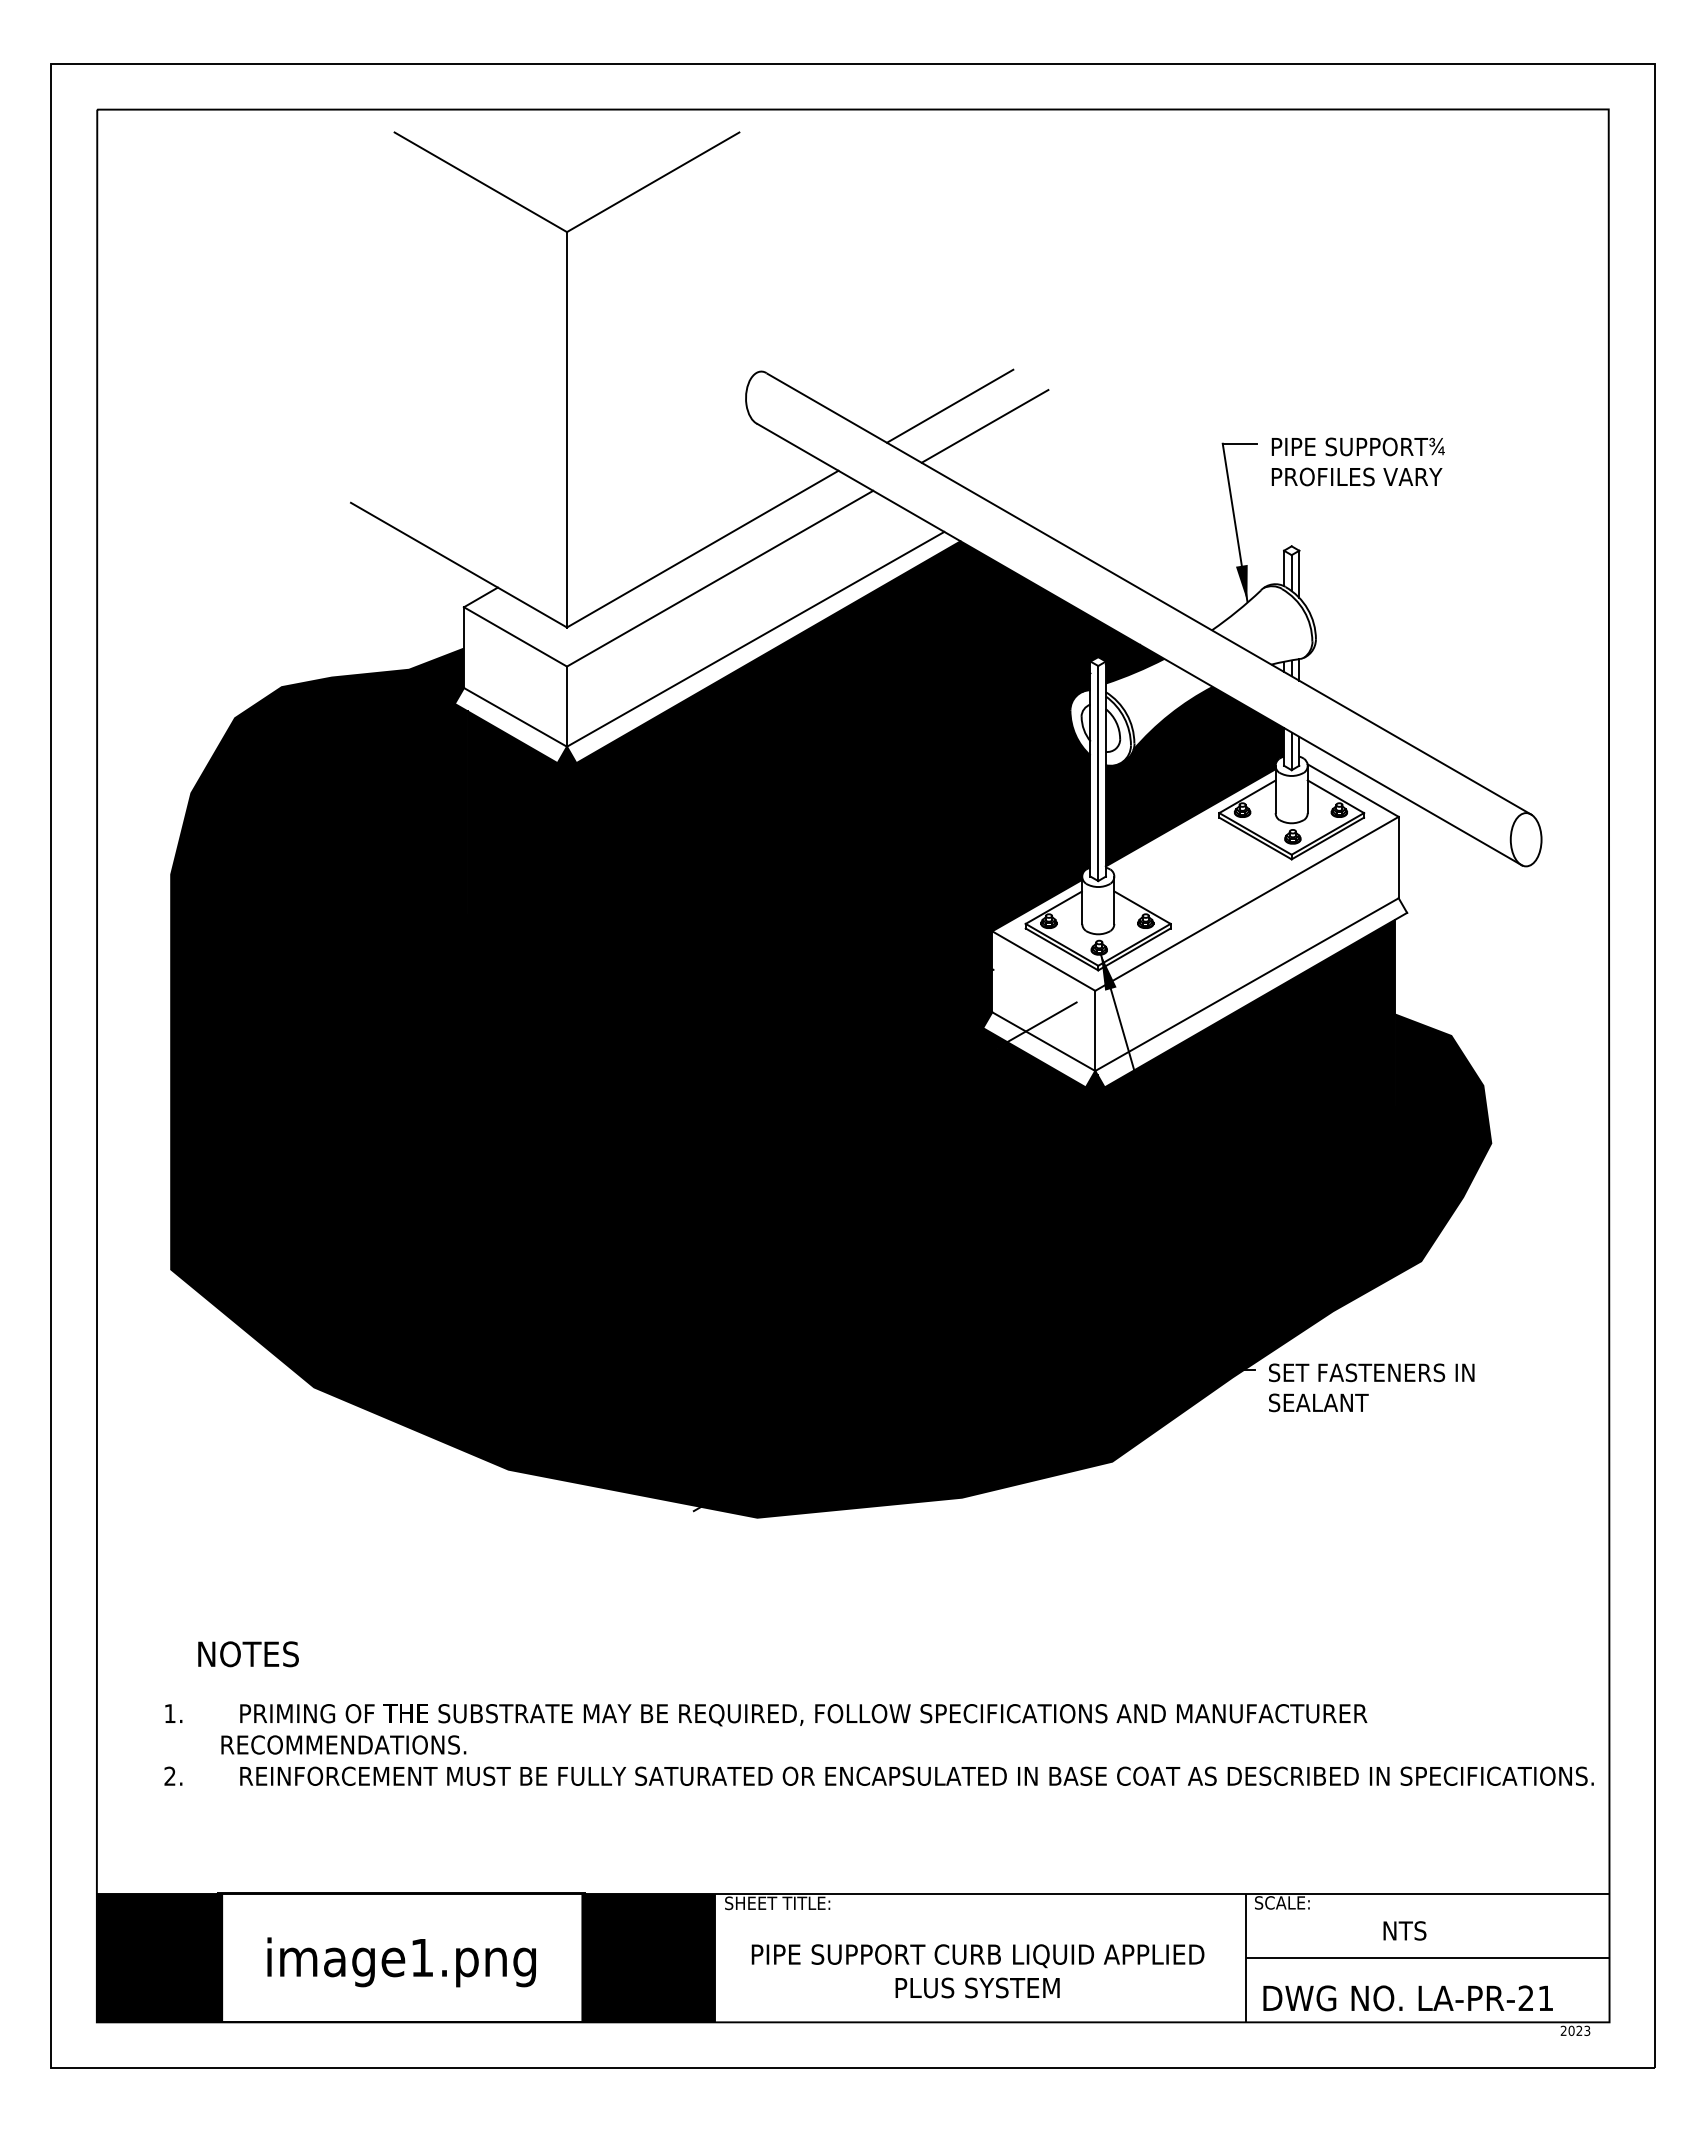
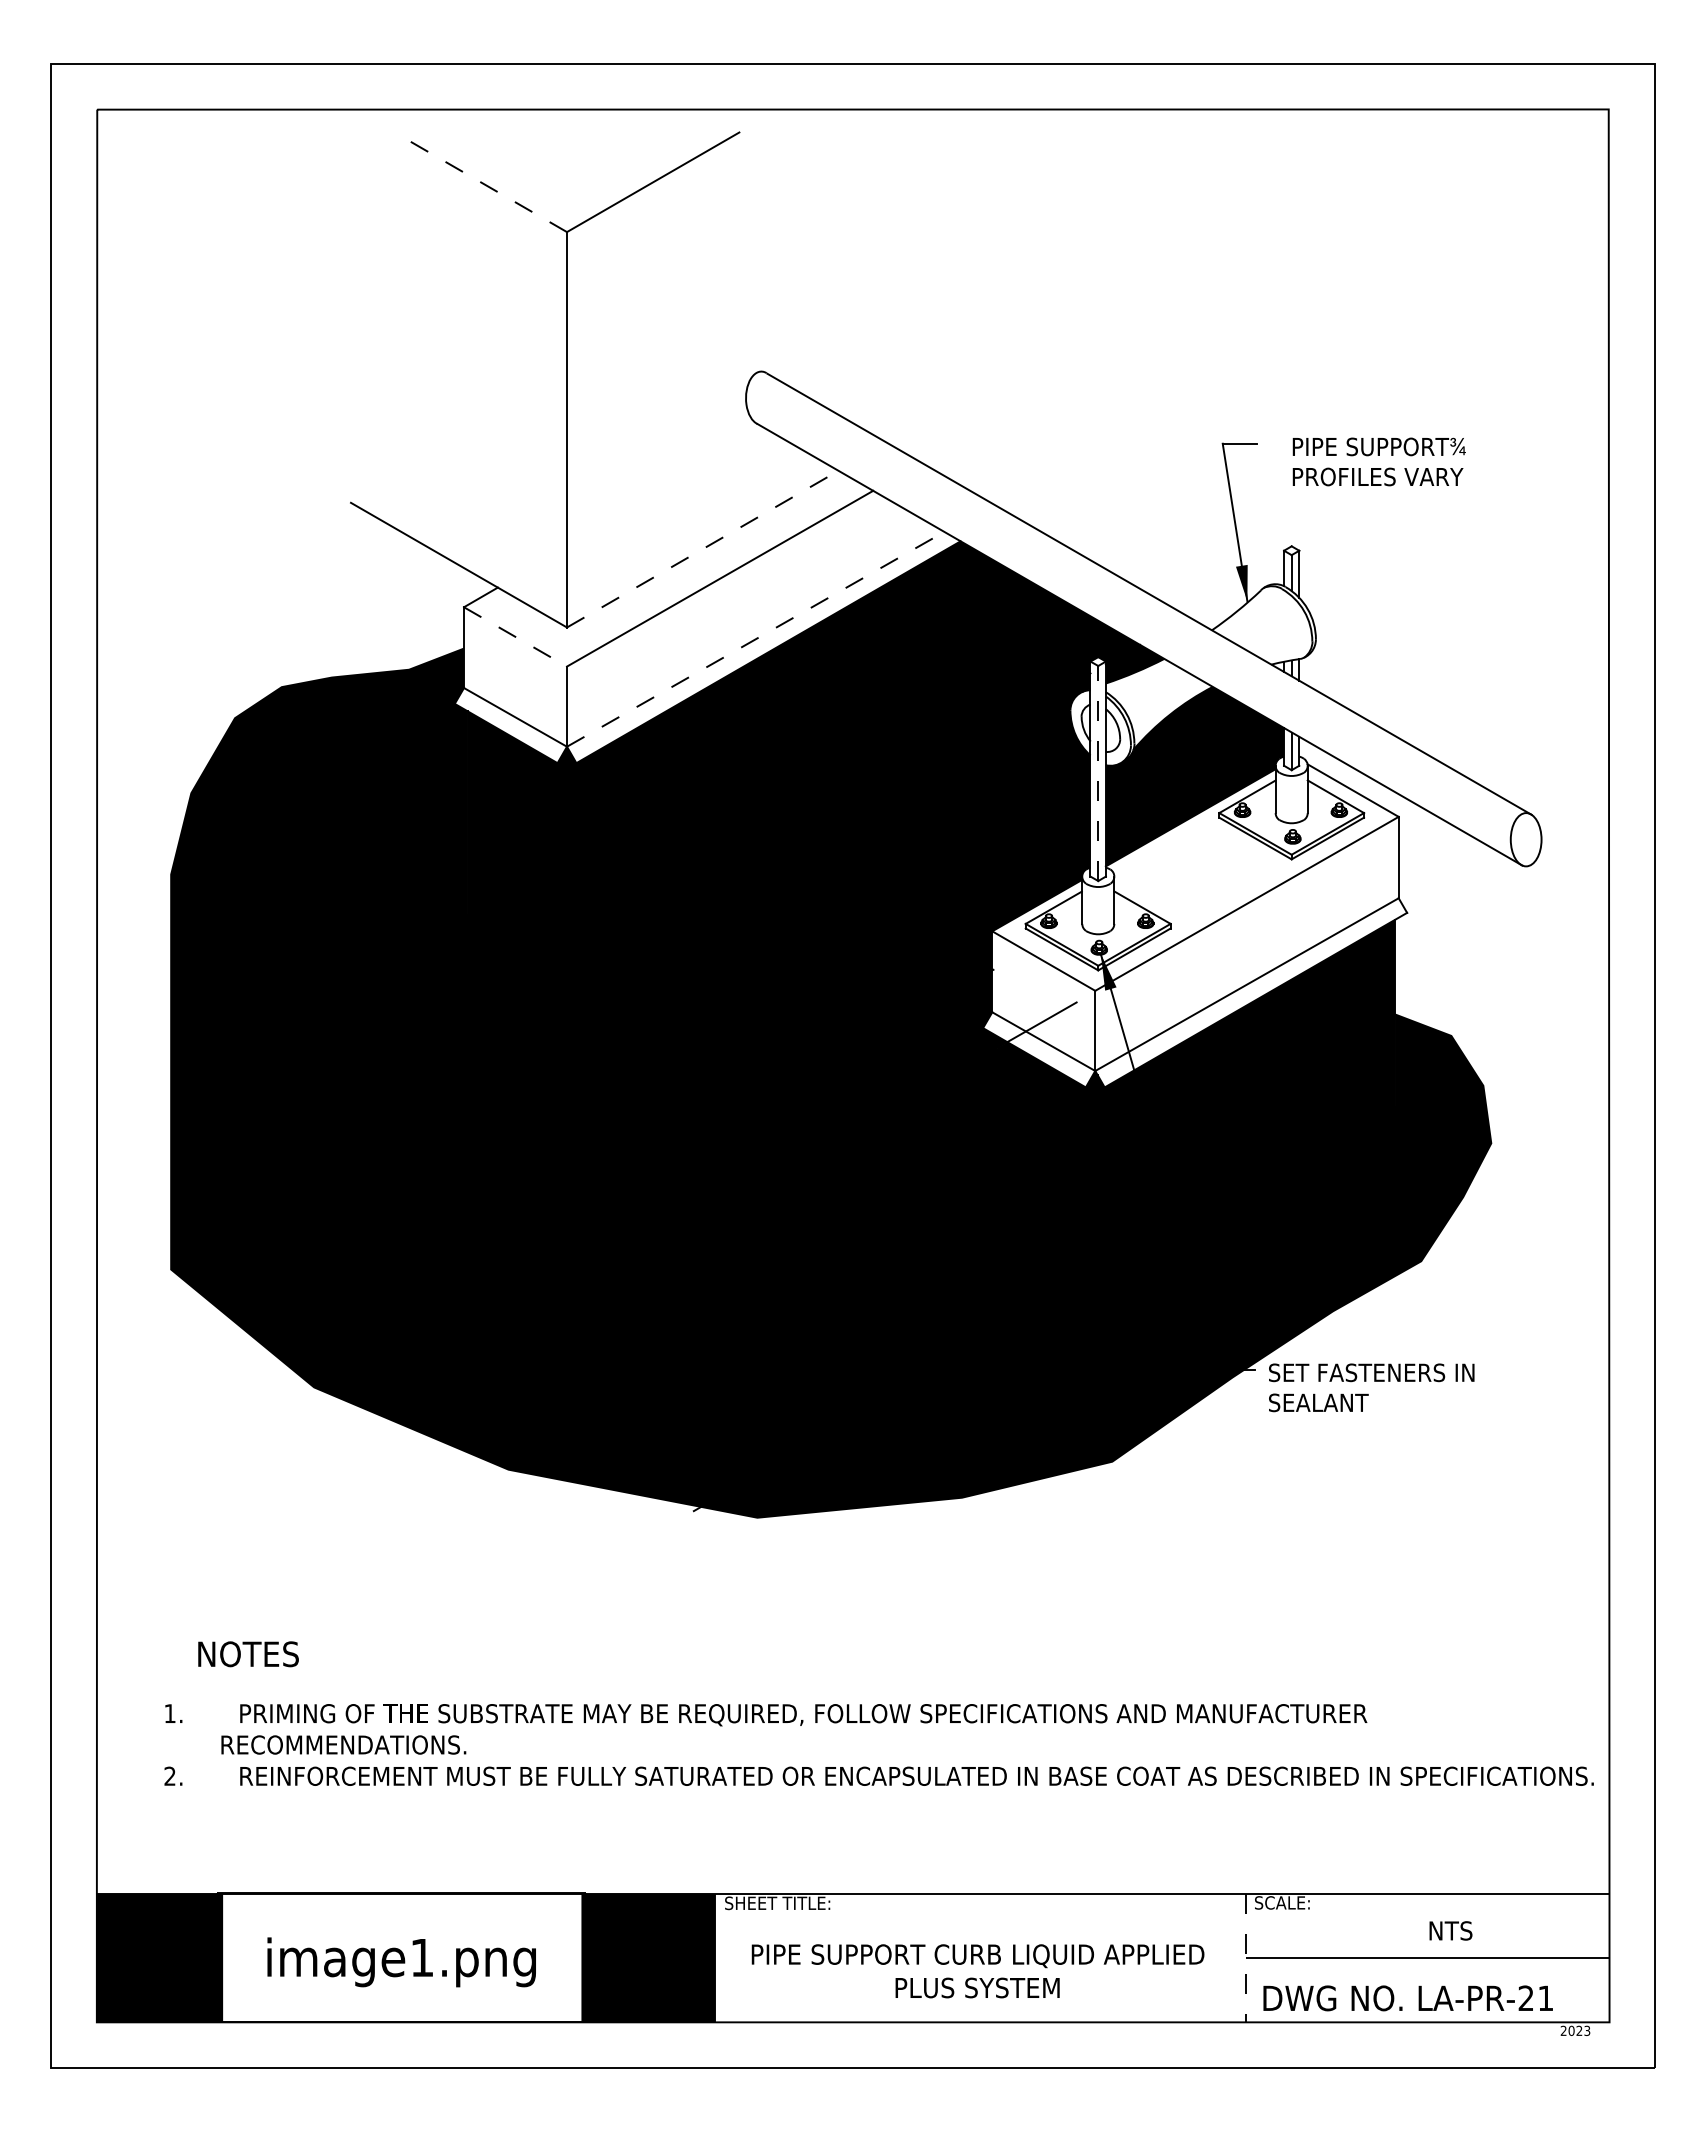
line at (480, 182): solid -> dashed
line at (950, 405): present -> none
line at (984, 426): present -> none
text at (1357, 461) position: (1357, 461) -> (1378, 461)
line at (702, 549): solid -> dashed
line at (515, 637): solid -> dashed
line at (756, 639): solid -> dashed
line at (1098, 773): solid -> dashed
text at (1404, 1930) position: (1404, 1930) -> (1450, 1930)
line at (1246, 1958): solid -> dashed
